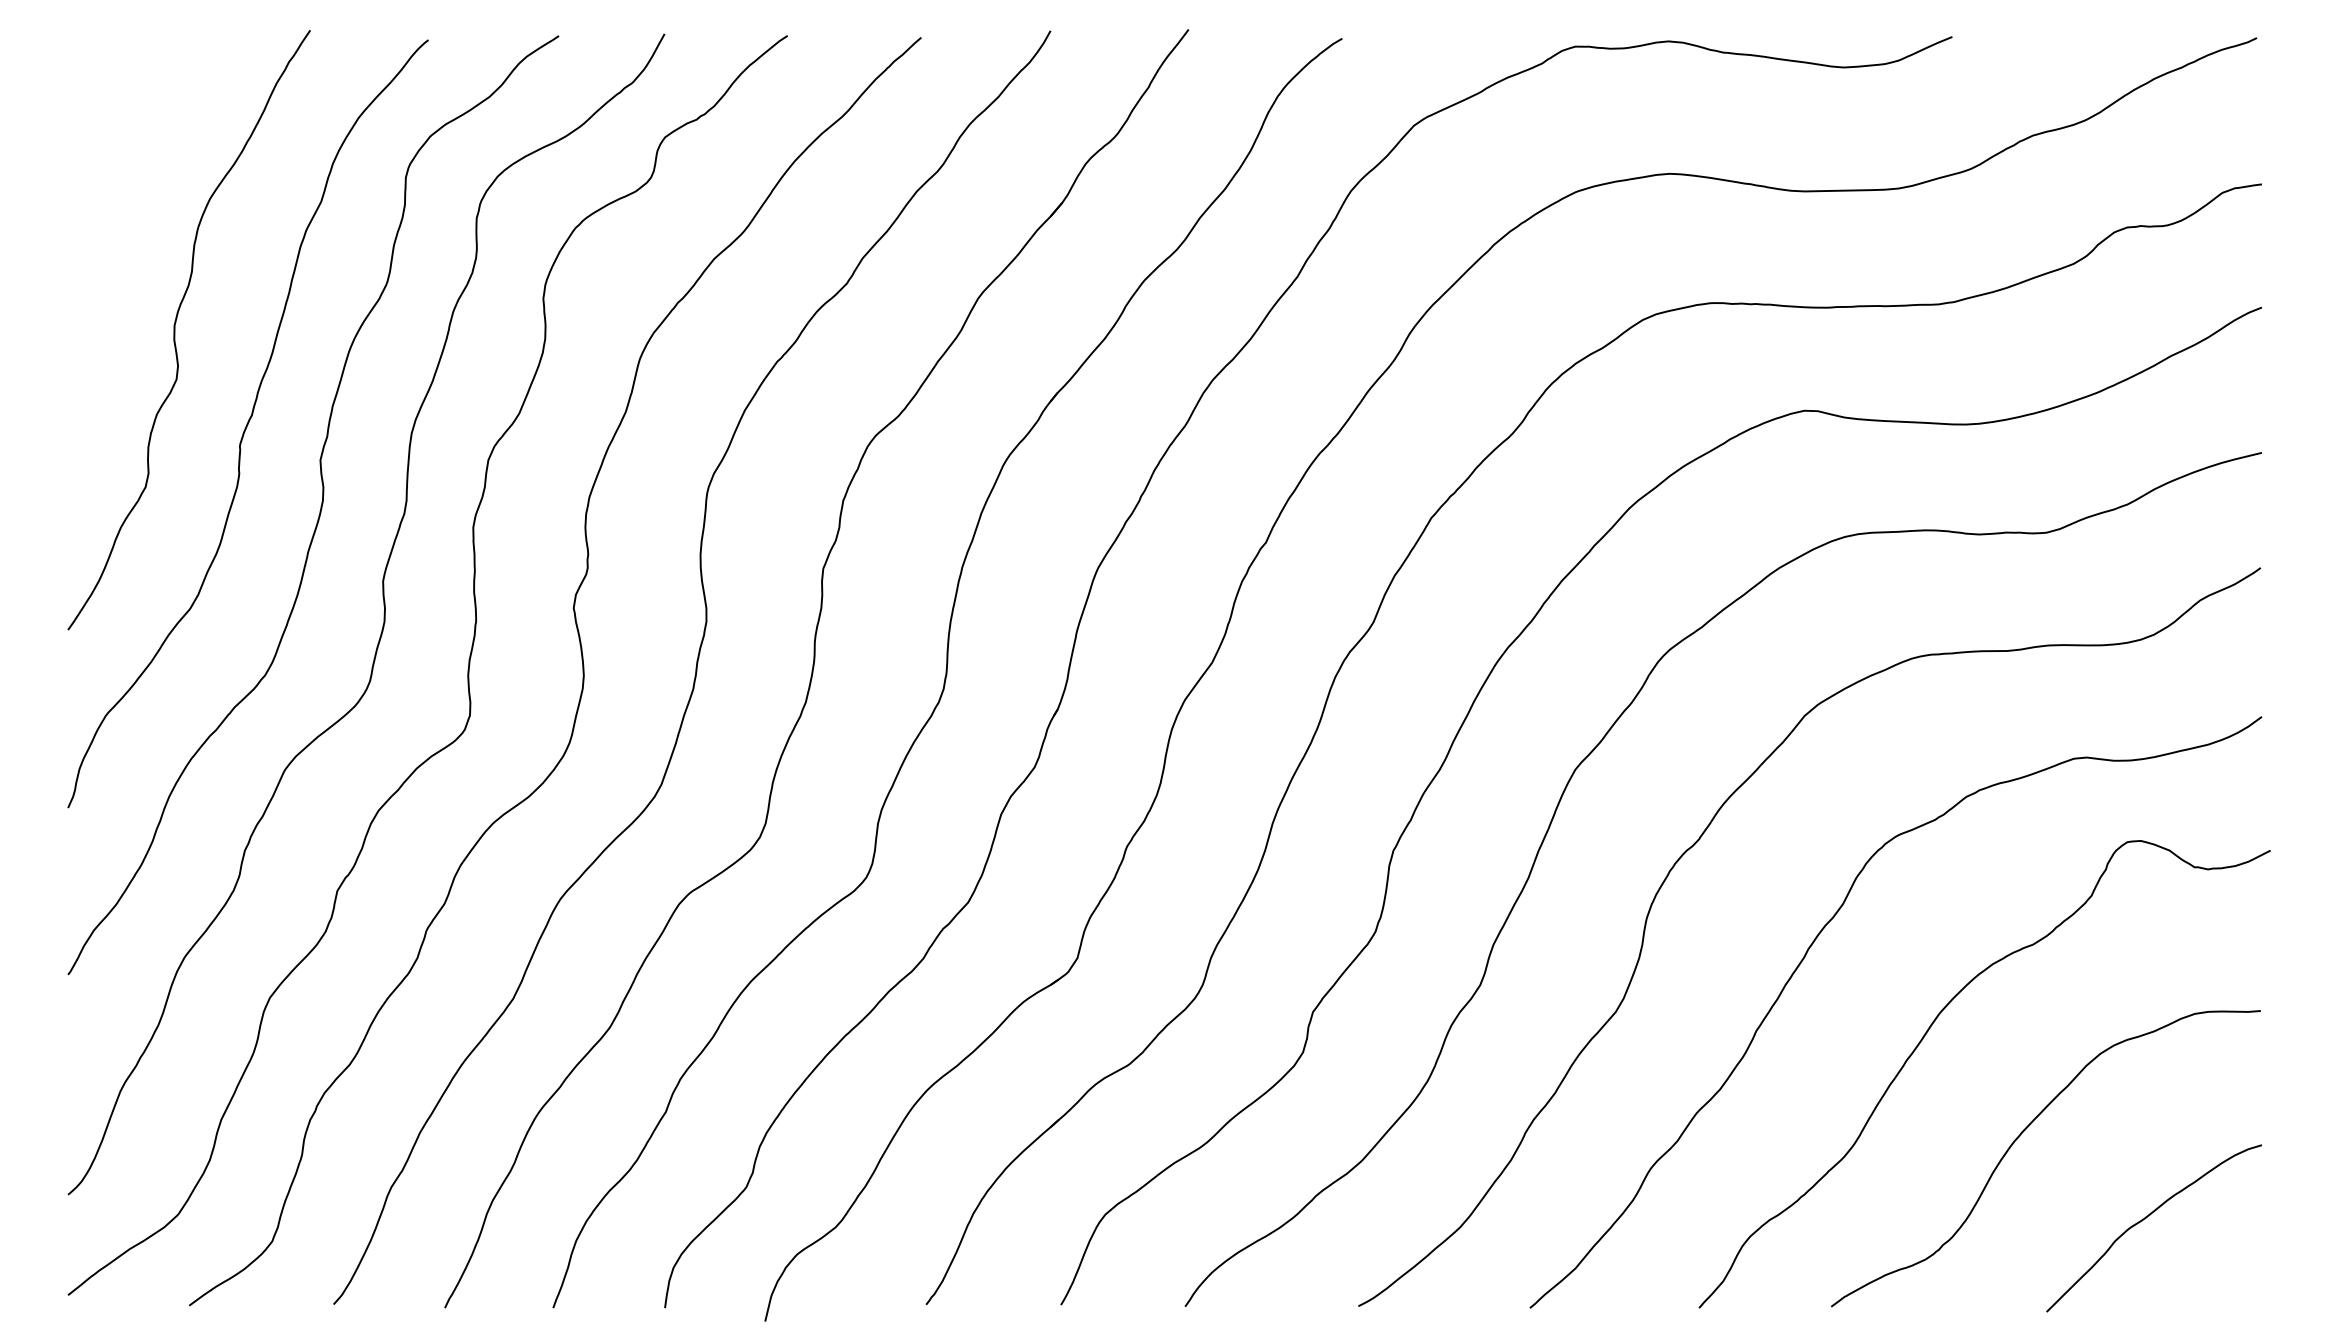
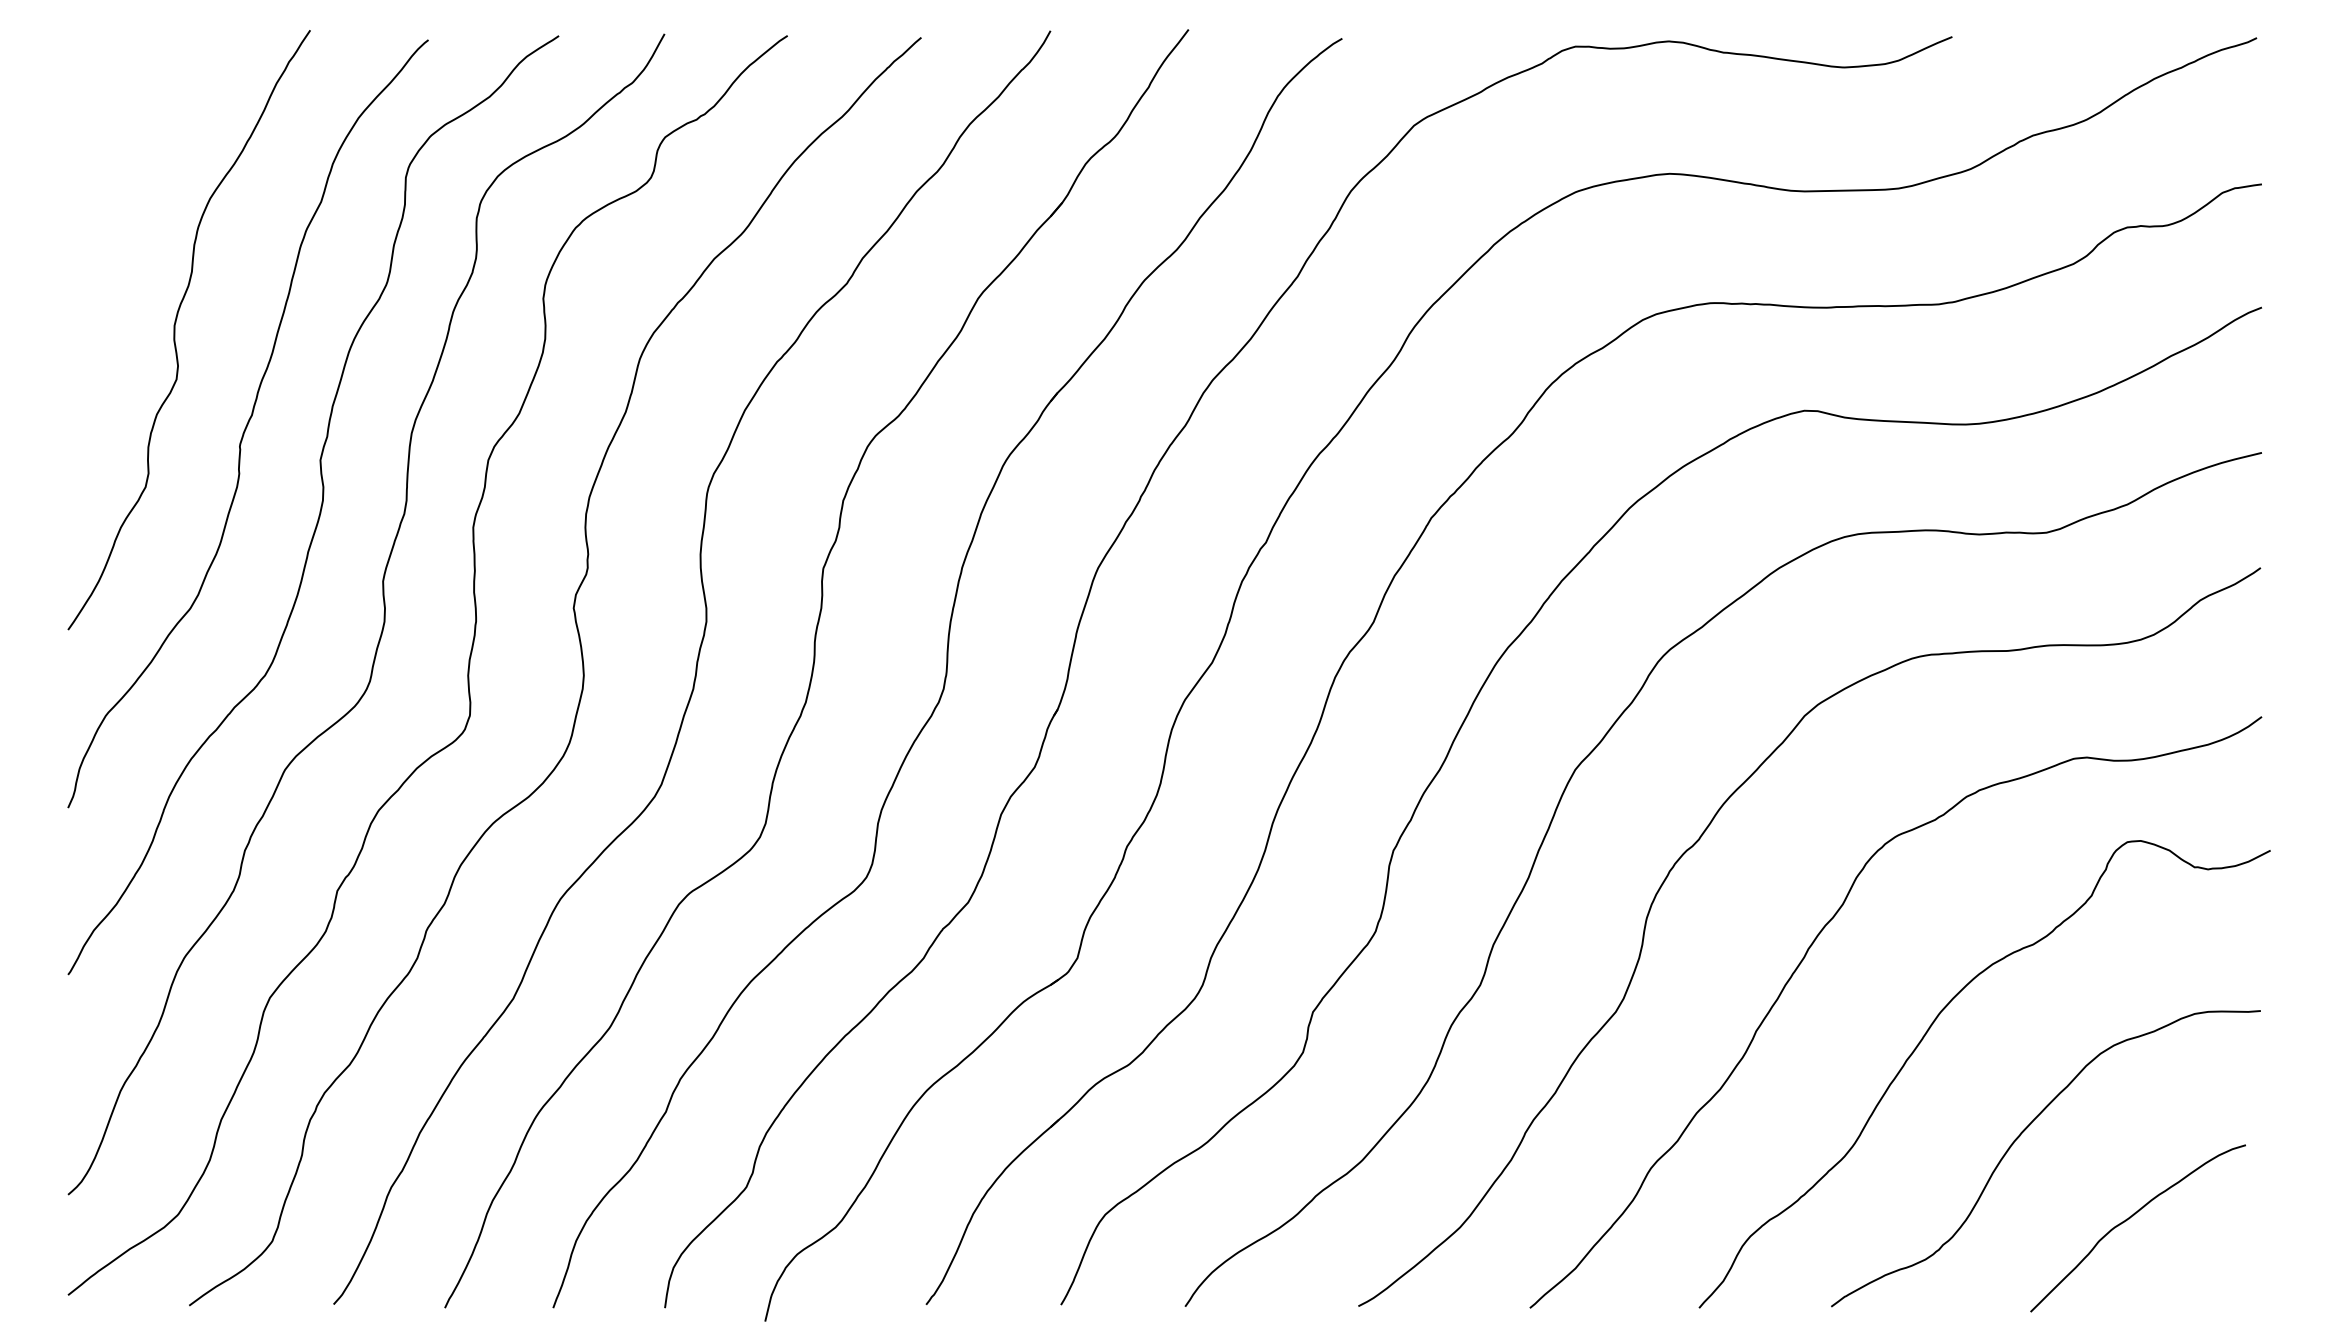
curve at (2145, 1219) position: (2145, 1219) -> (2129, 1219)
